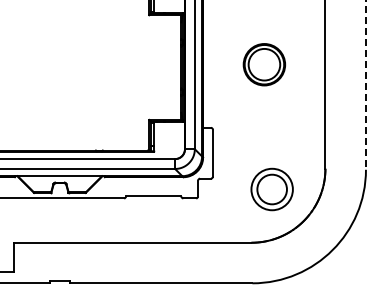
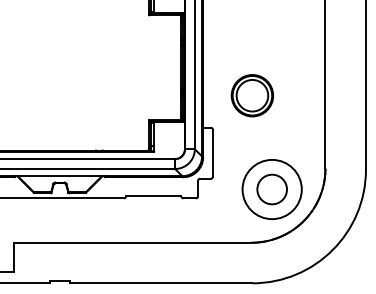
part at (264, 64) position: (264, 64) -> (252, 95)
line at (365, 85): dashed -> solid
circle at (271, 189) diameter: 41 px -> 59 px
